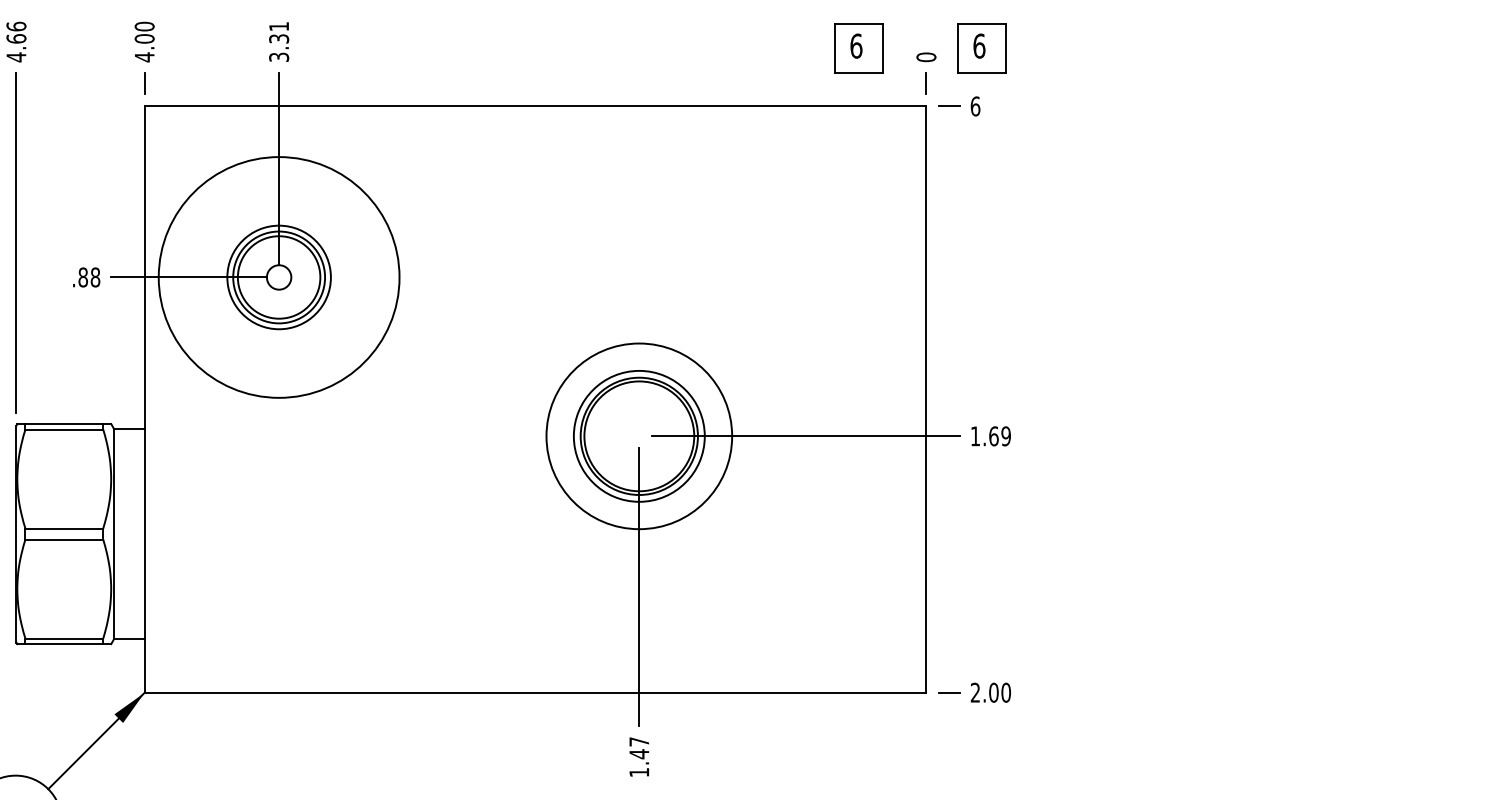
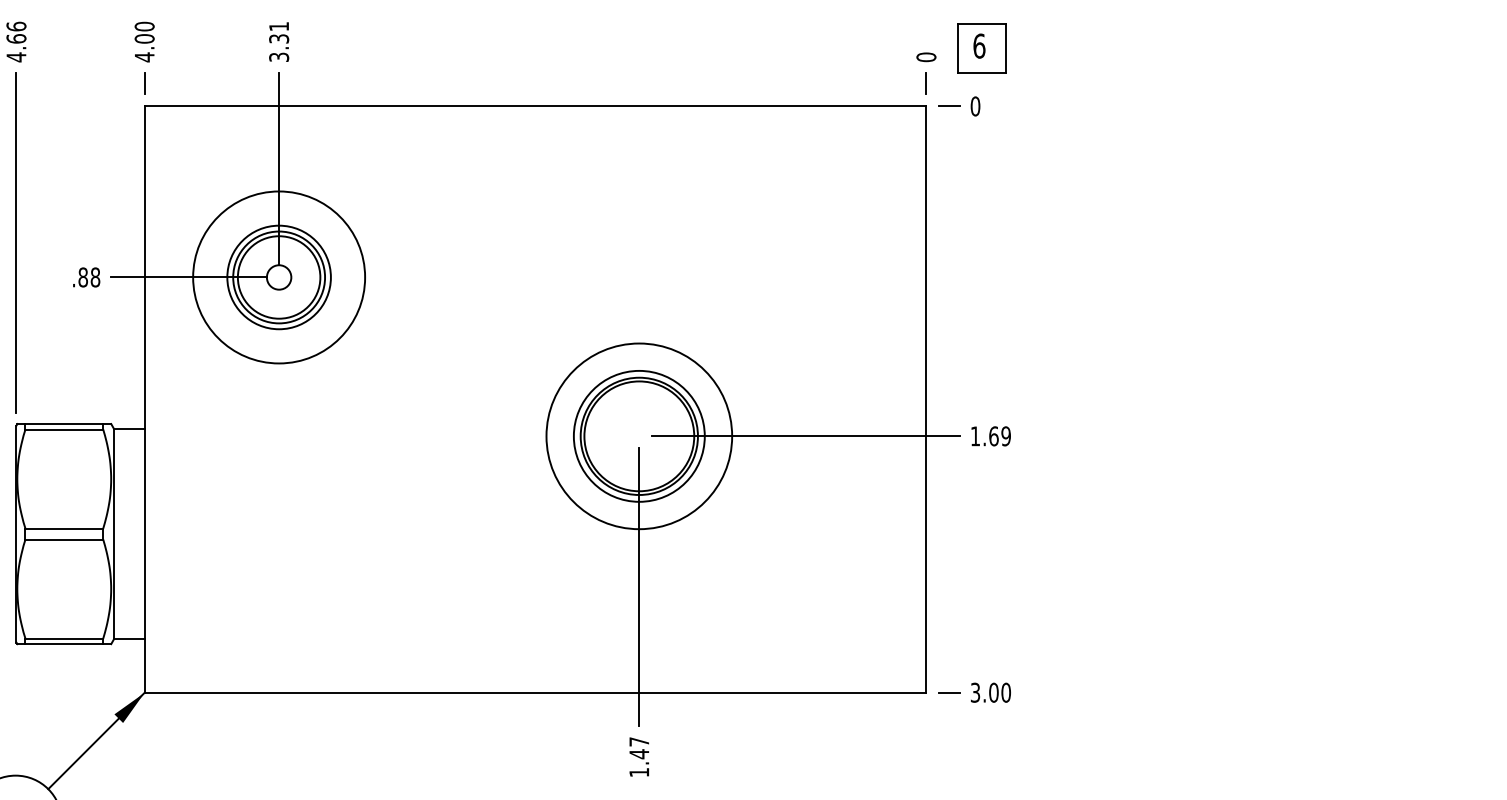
part at (858, 48): present -> none
text at (975, 106): 6 -> 0
circle at (278, 277) diameter: 241 px -> 172 px
text at (975, 692): 2.00 -> 3.00
